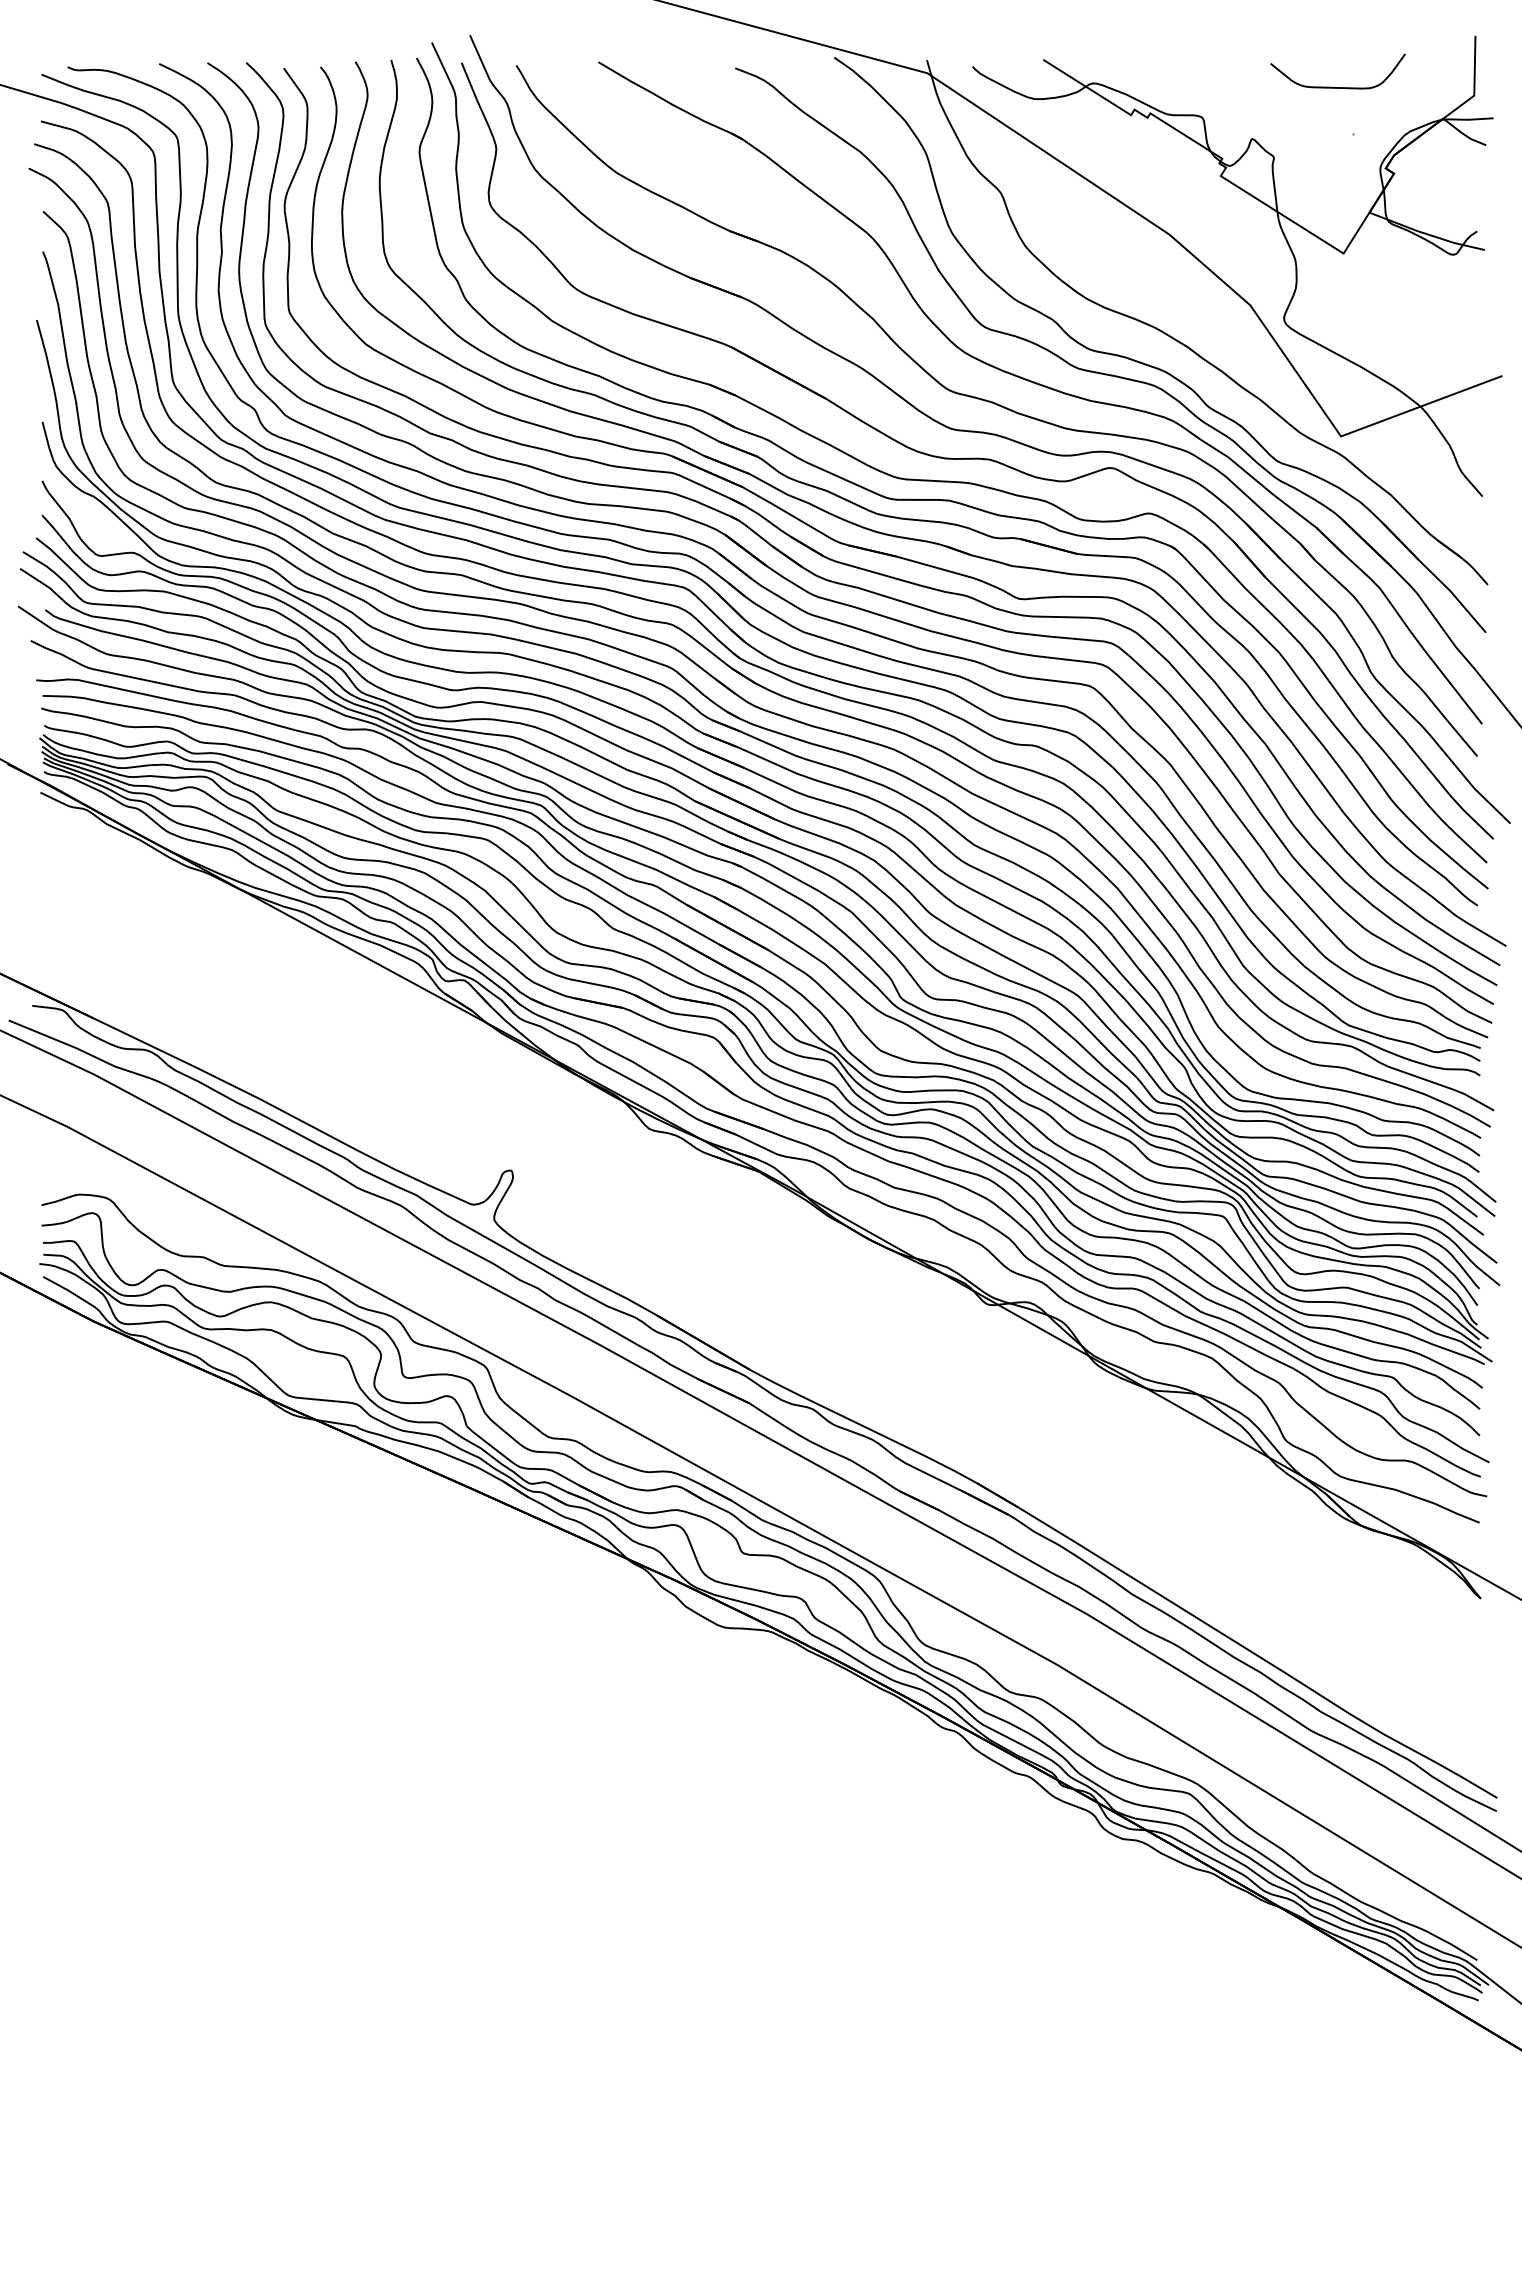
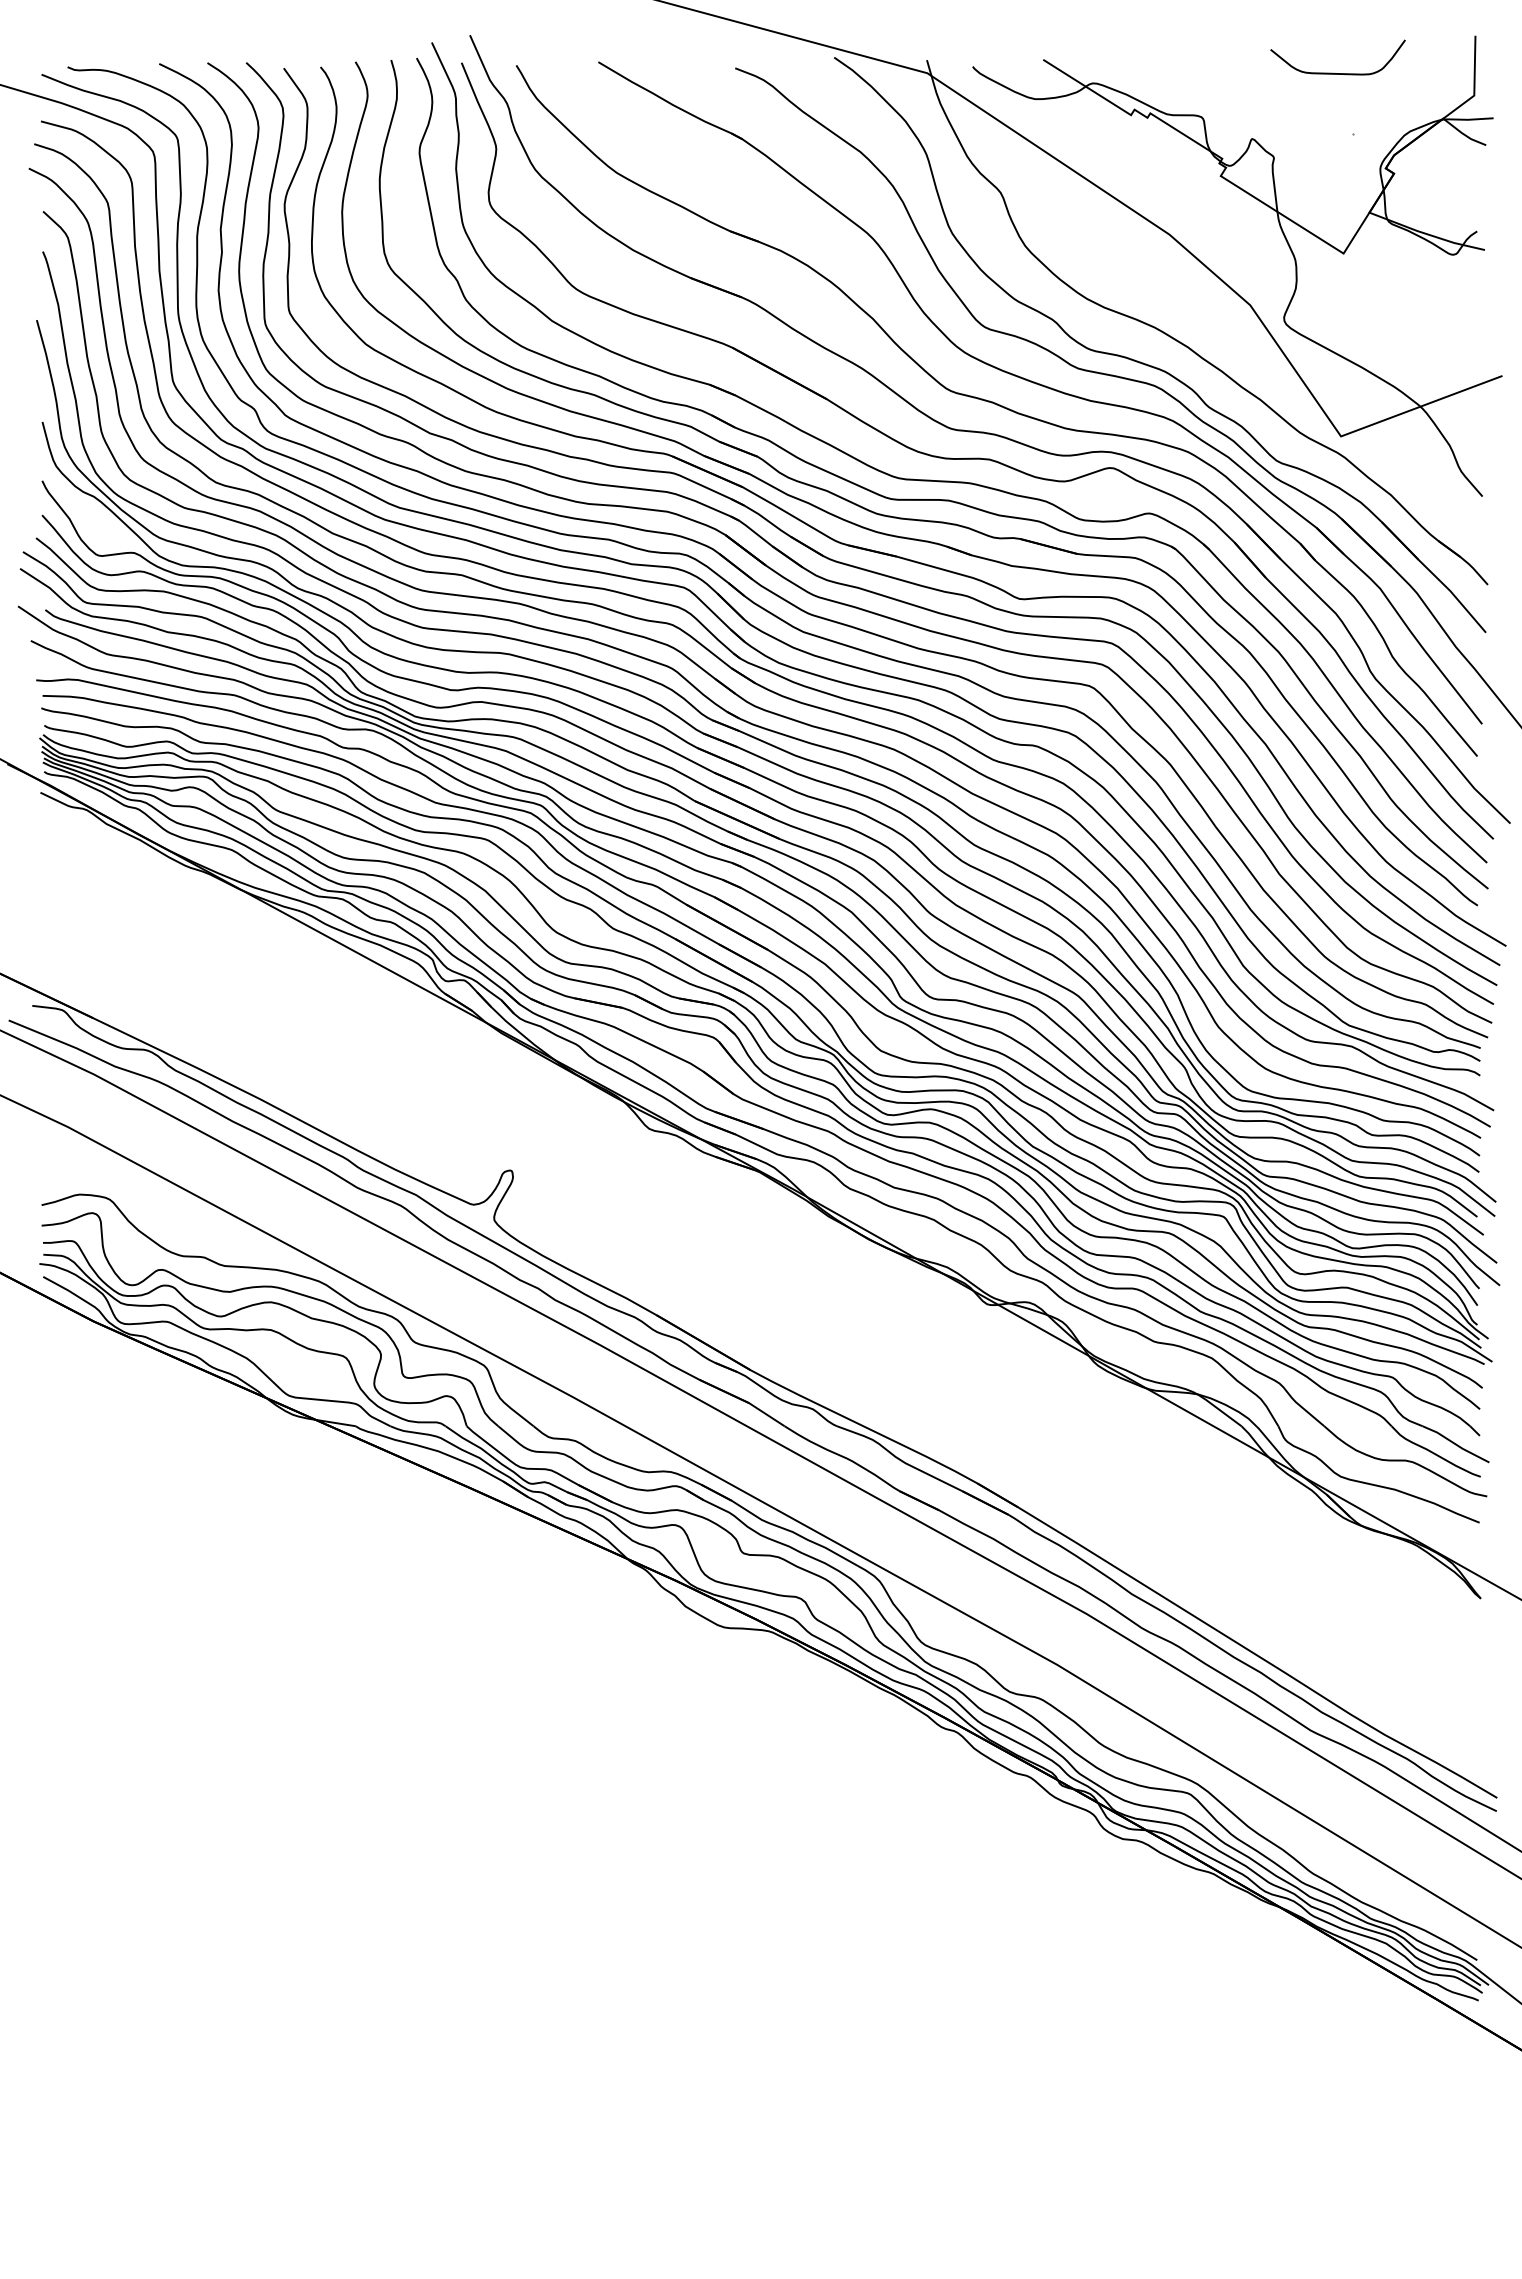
curve at (1333, 86) position: (1333, 86) -> (1333, 72)
